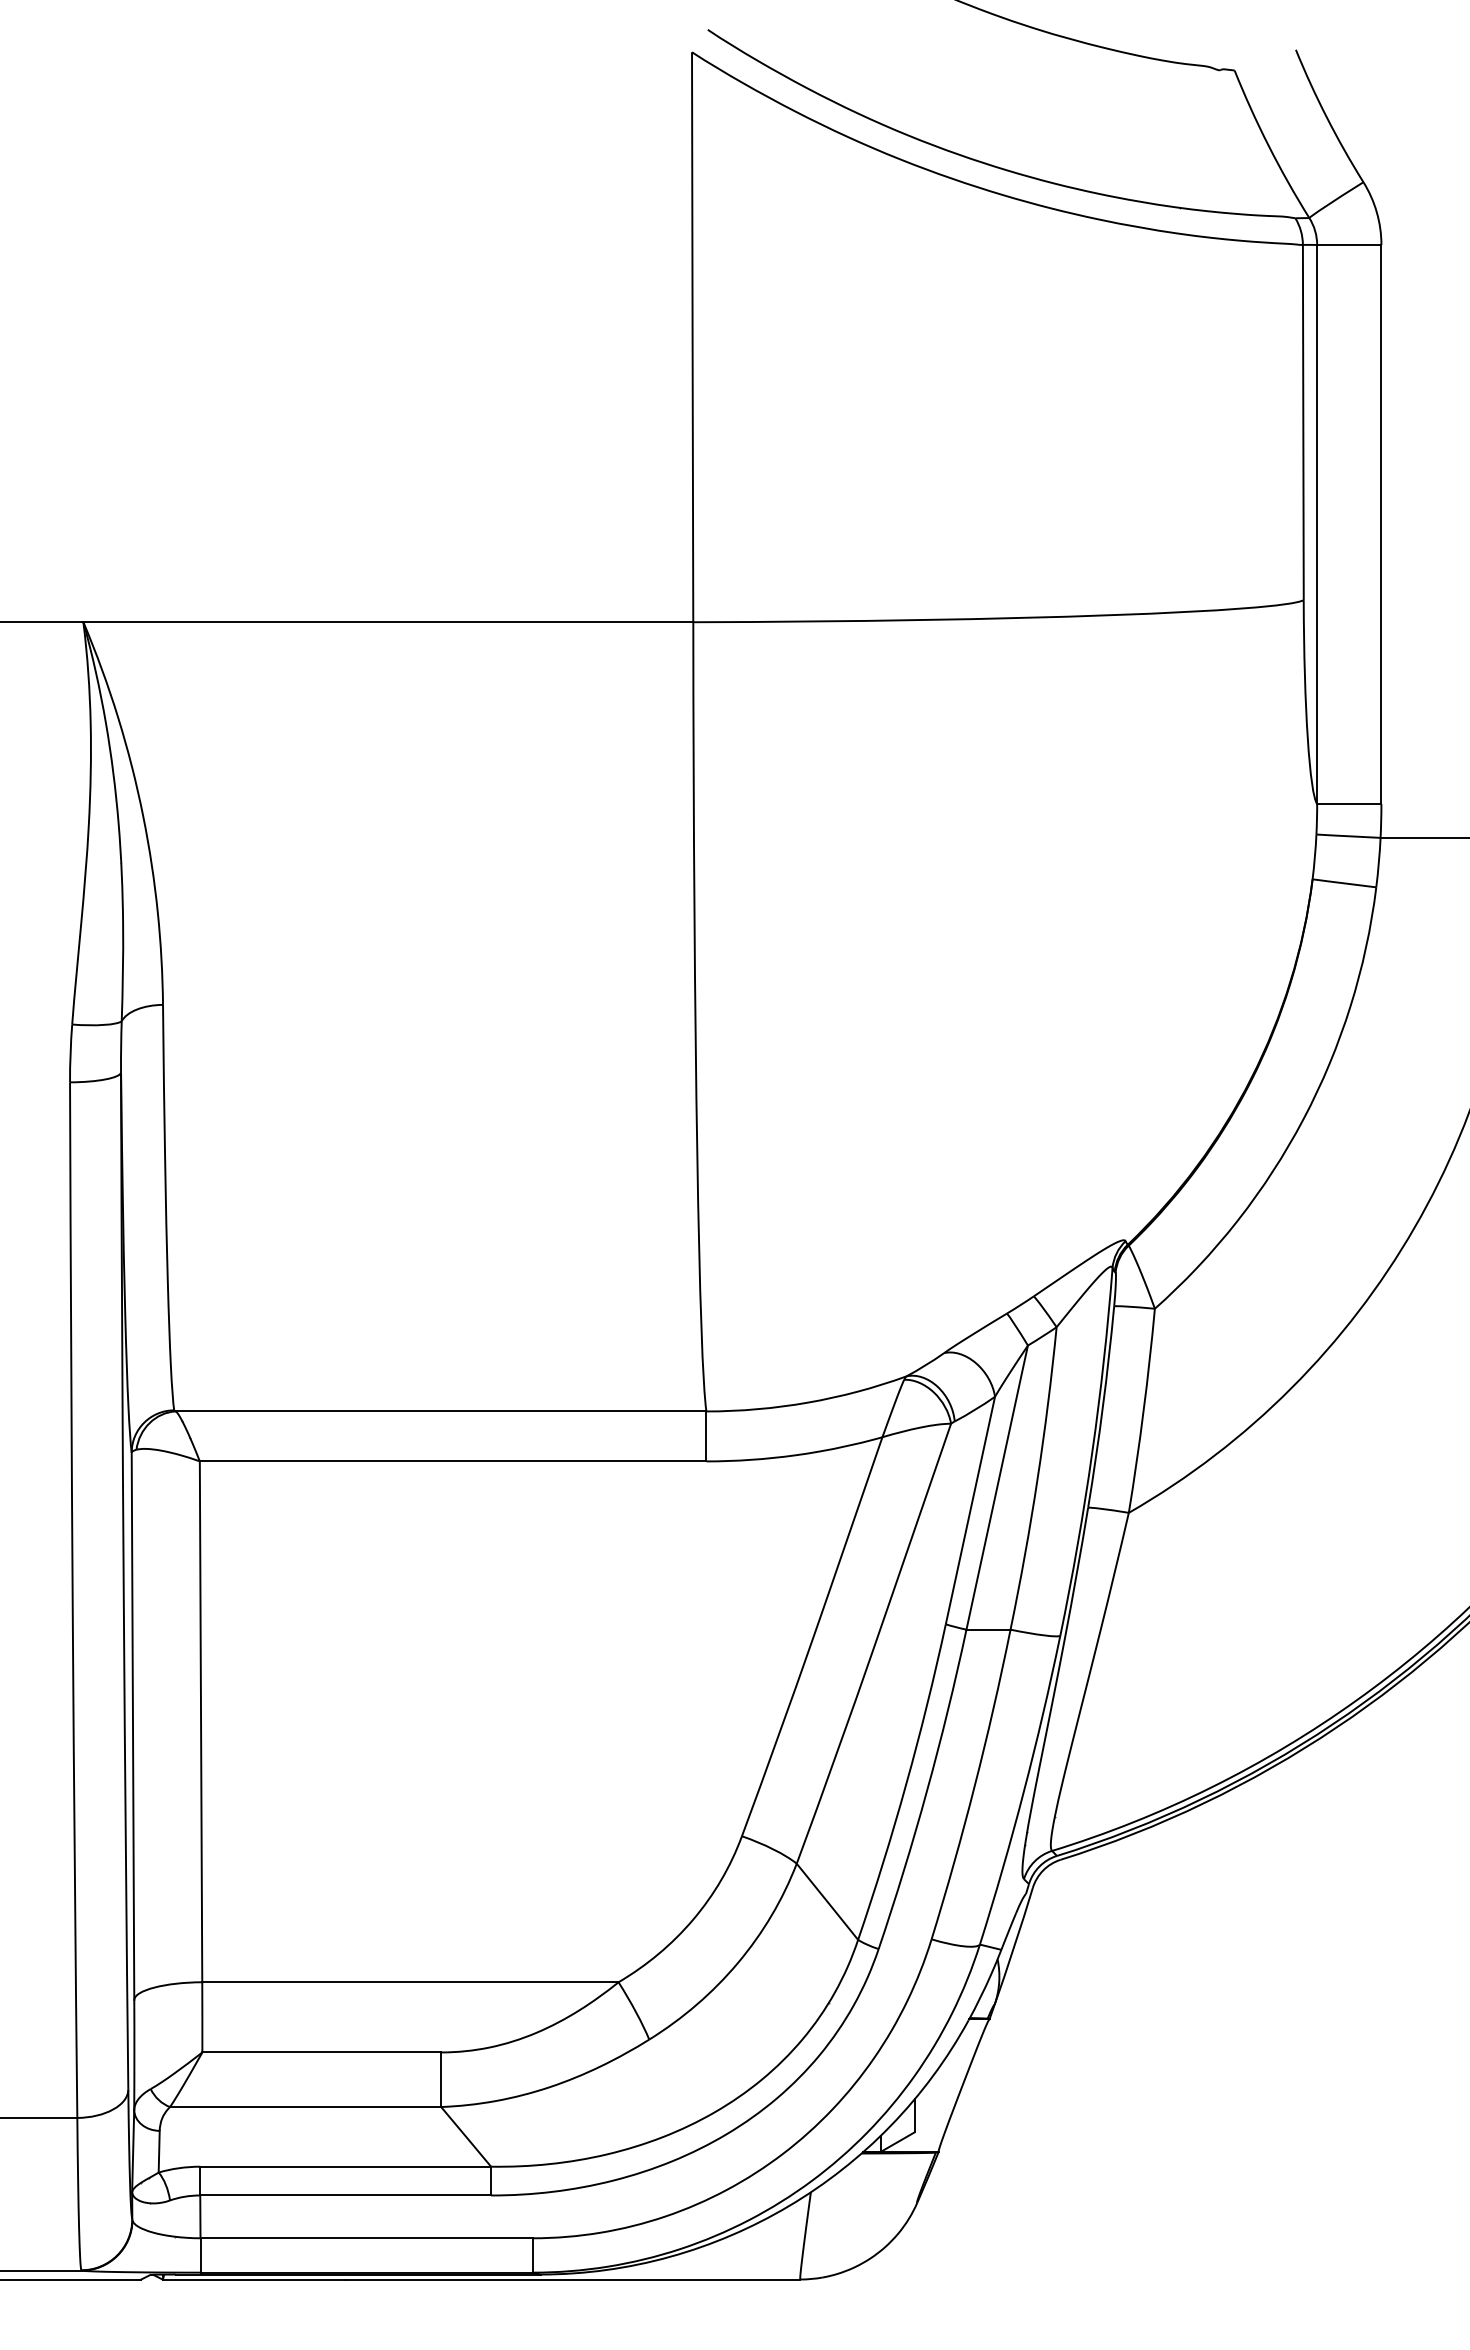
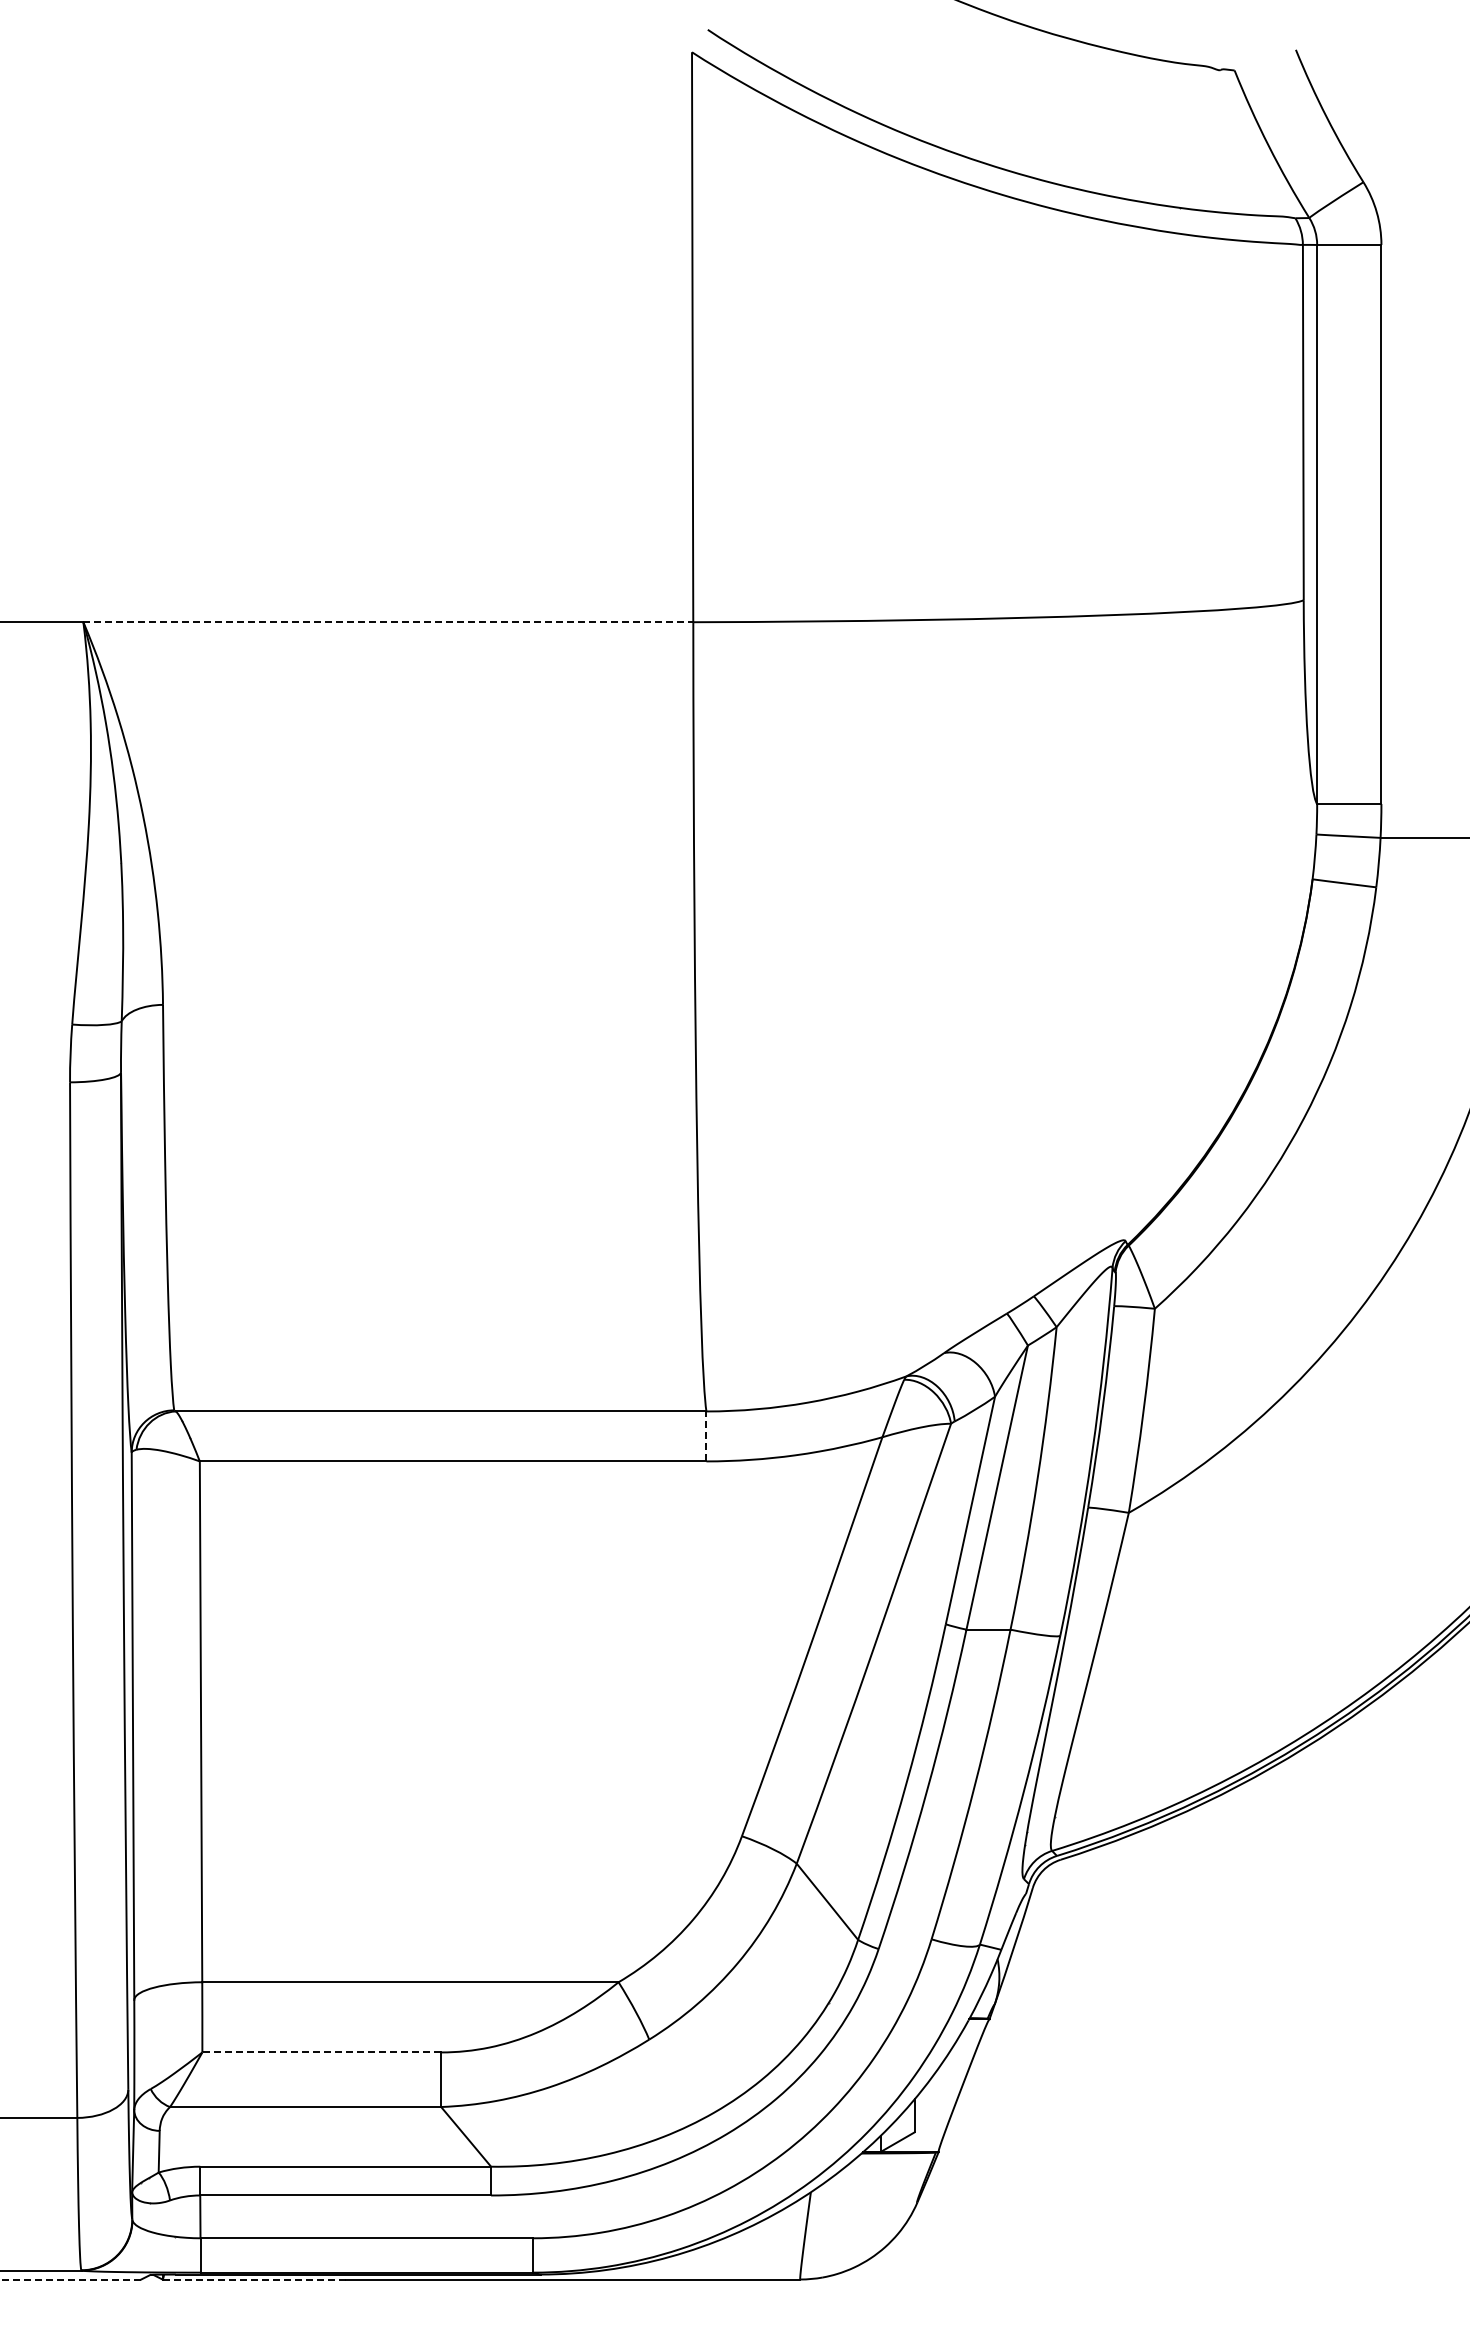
line at (388, 622): solid -> dashed
line at (706, 1436): solid -> dashed
line at (321, 2052): solid -> dashed
line at (70, 2279): solid -> dashed
line at (253, 2279): solid -> dashed
